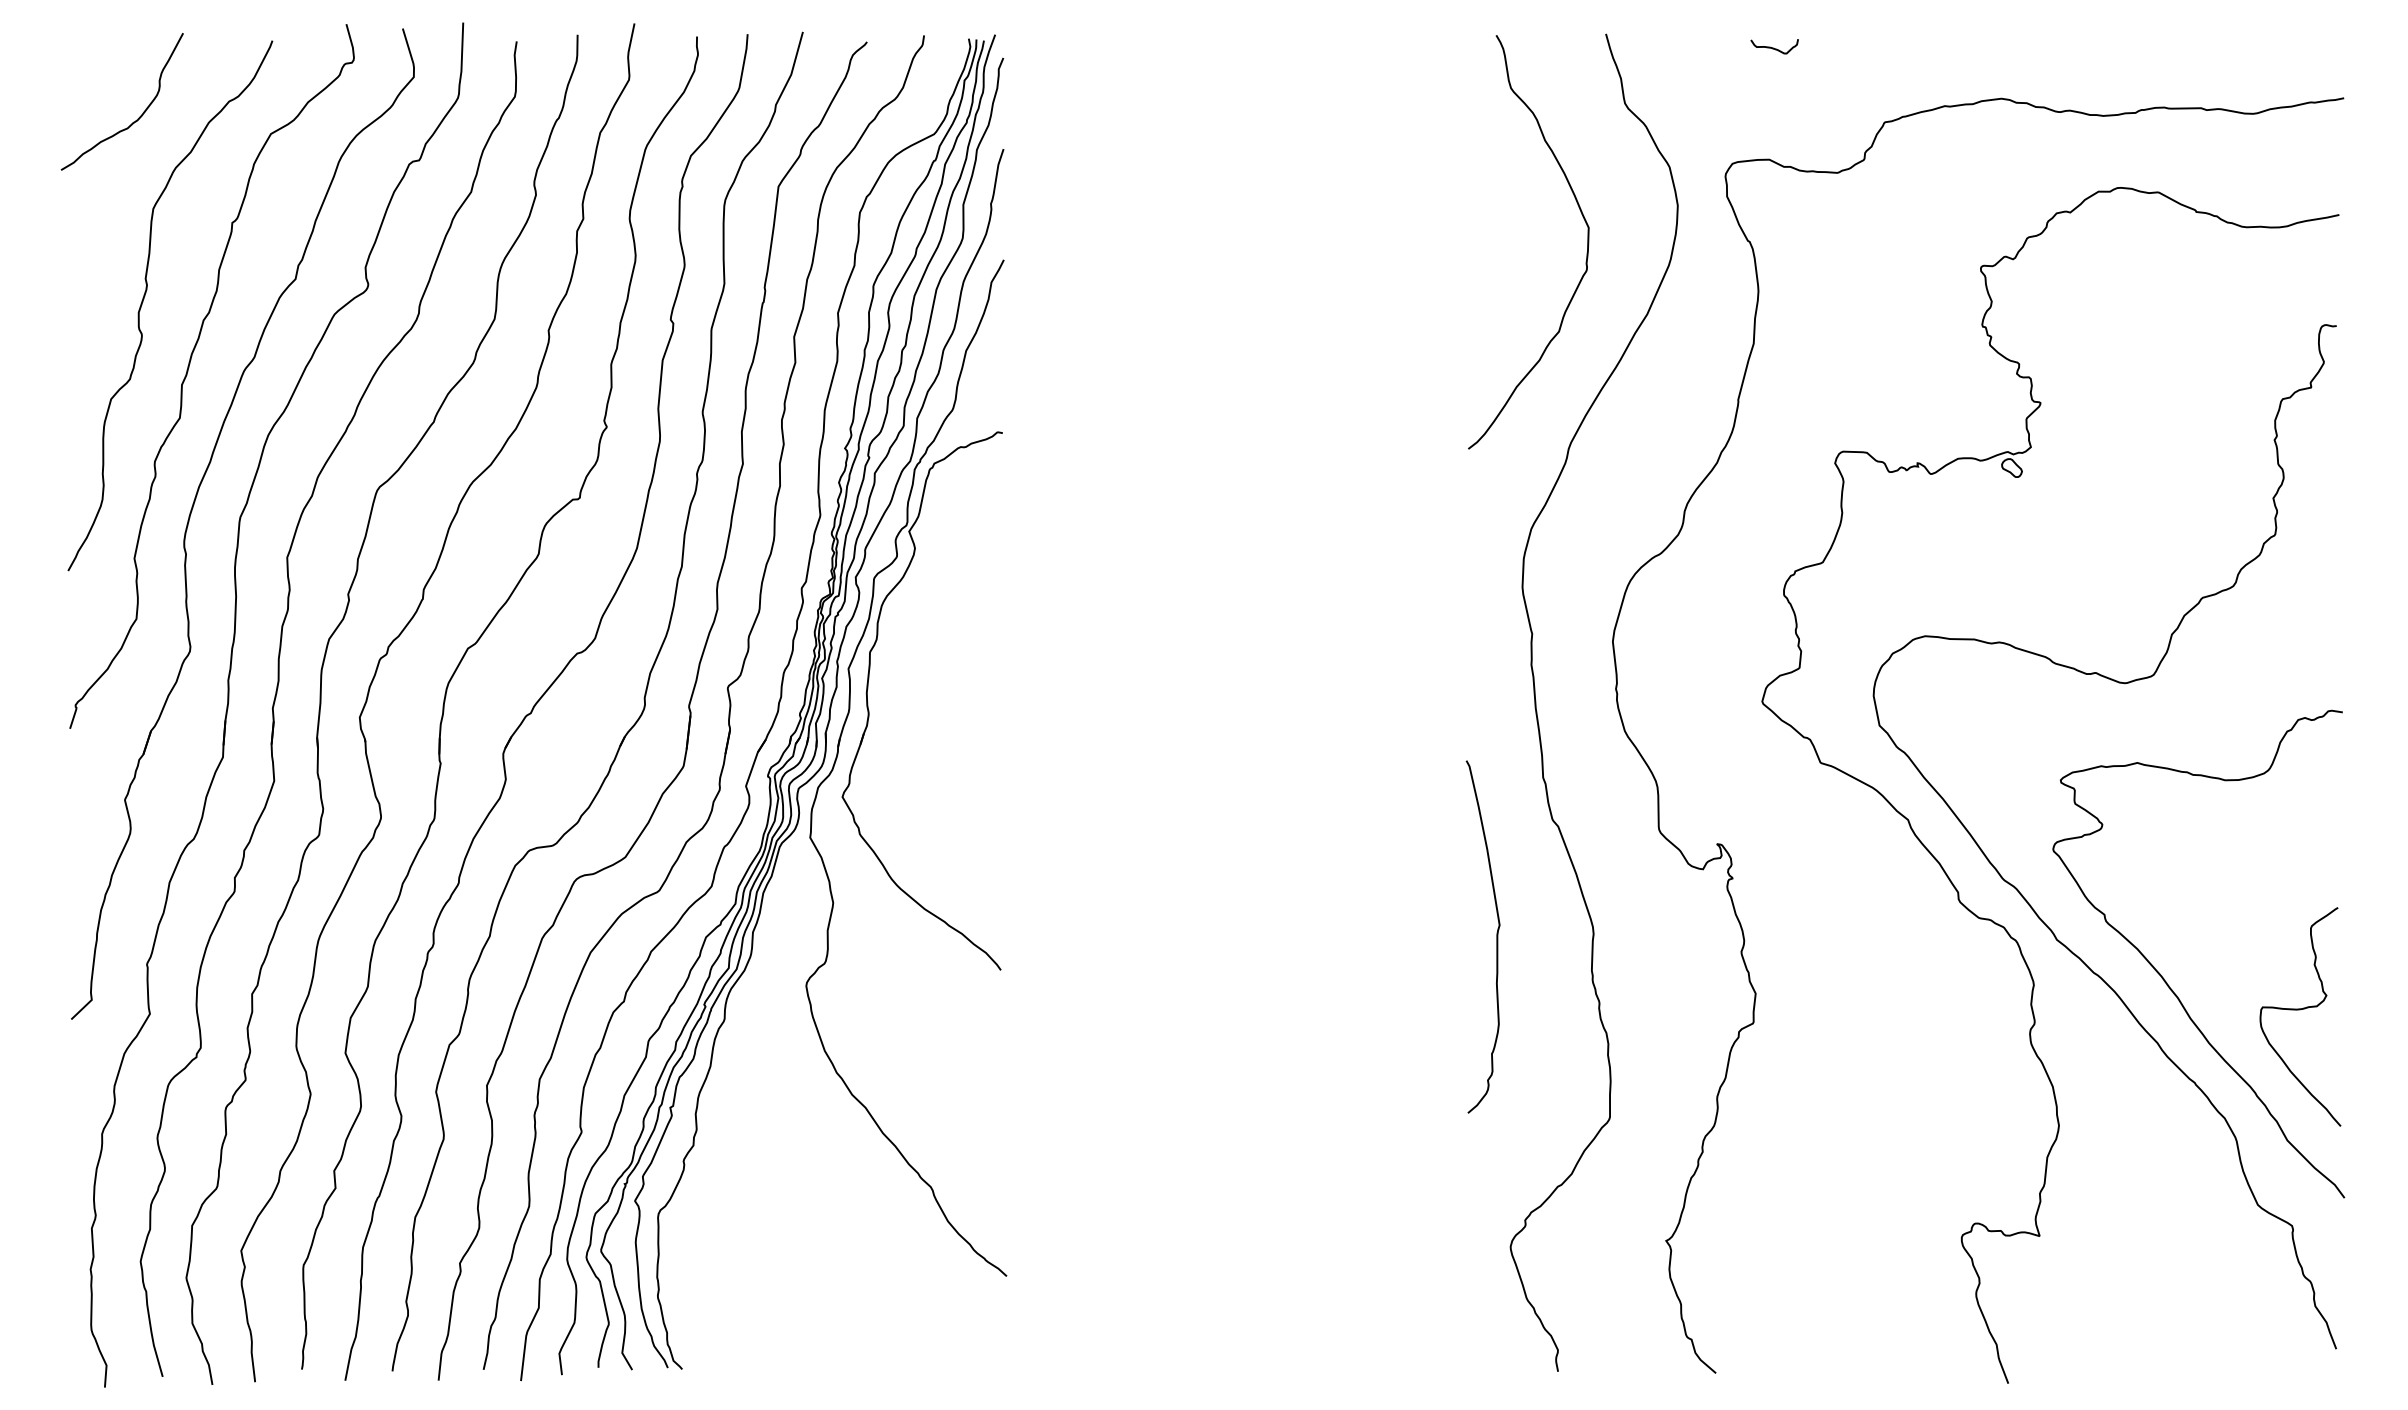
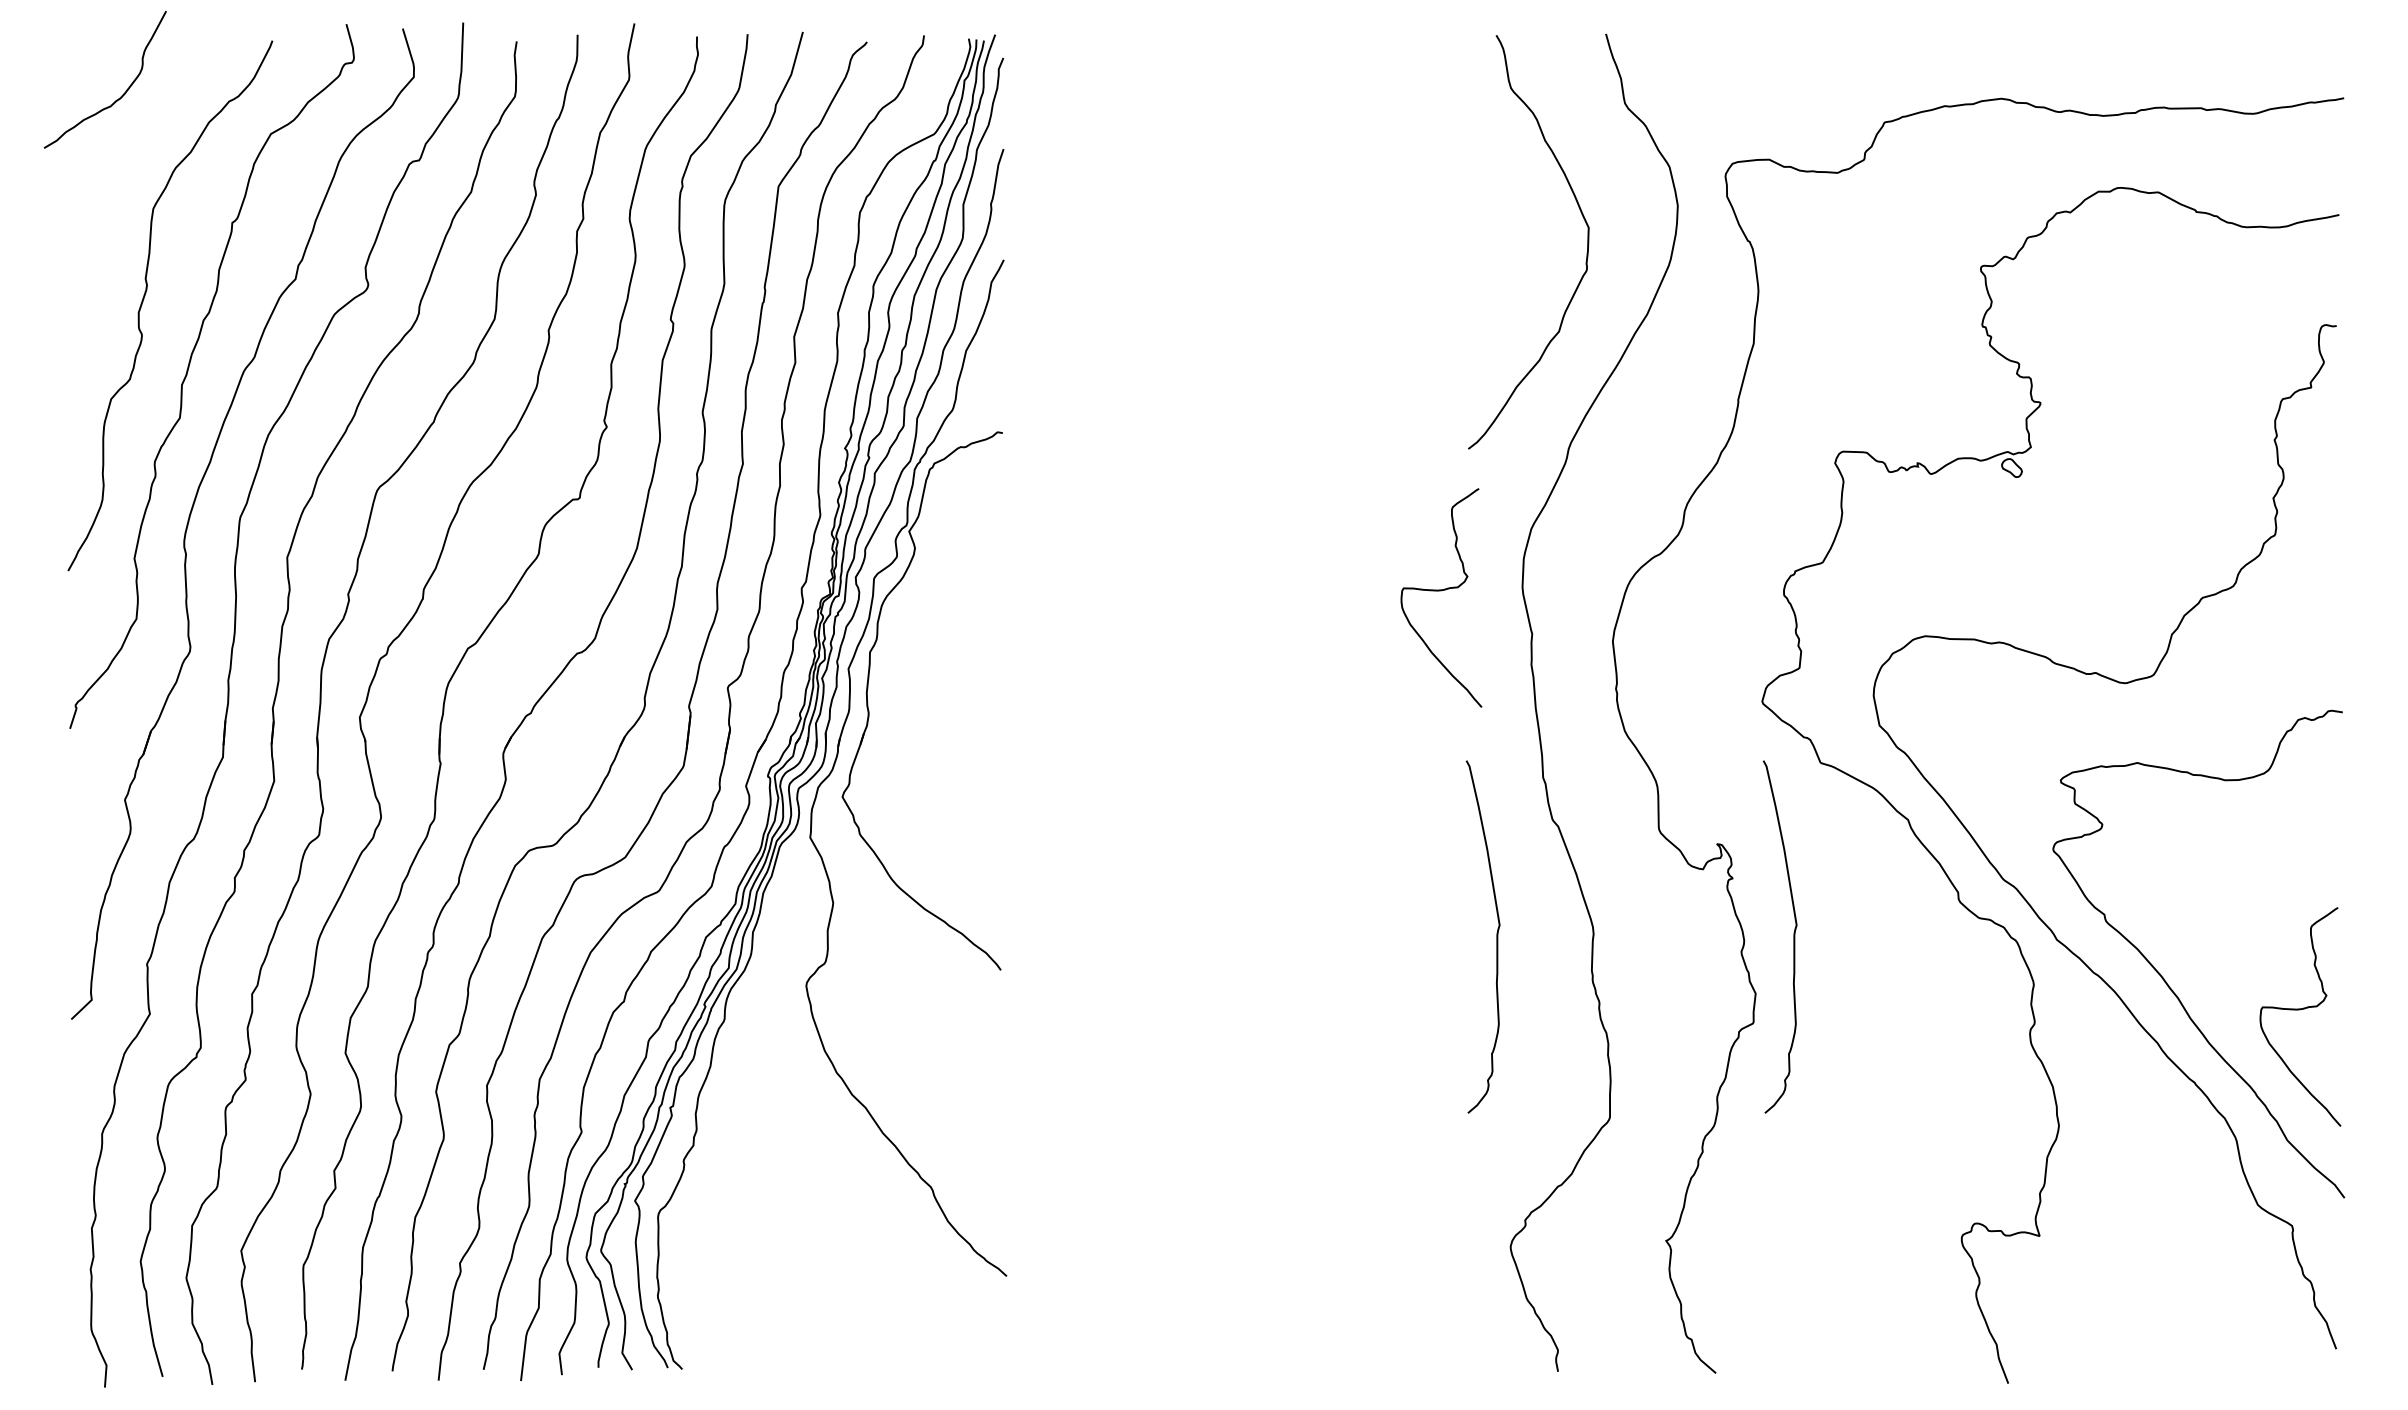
curve at (1773, 47): present -> none
curve at (133, 121) position: (133, 121) -> (116, 99)
curve at (1441, 591): none -> present
curve at (1793, 936): none -> present
